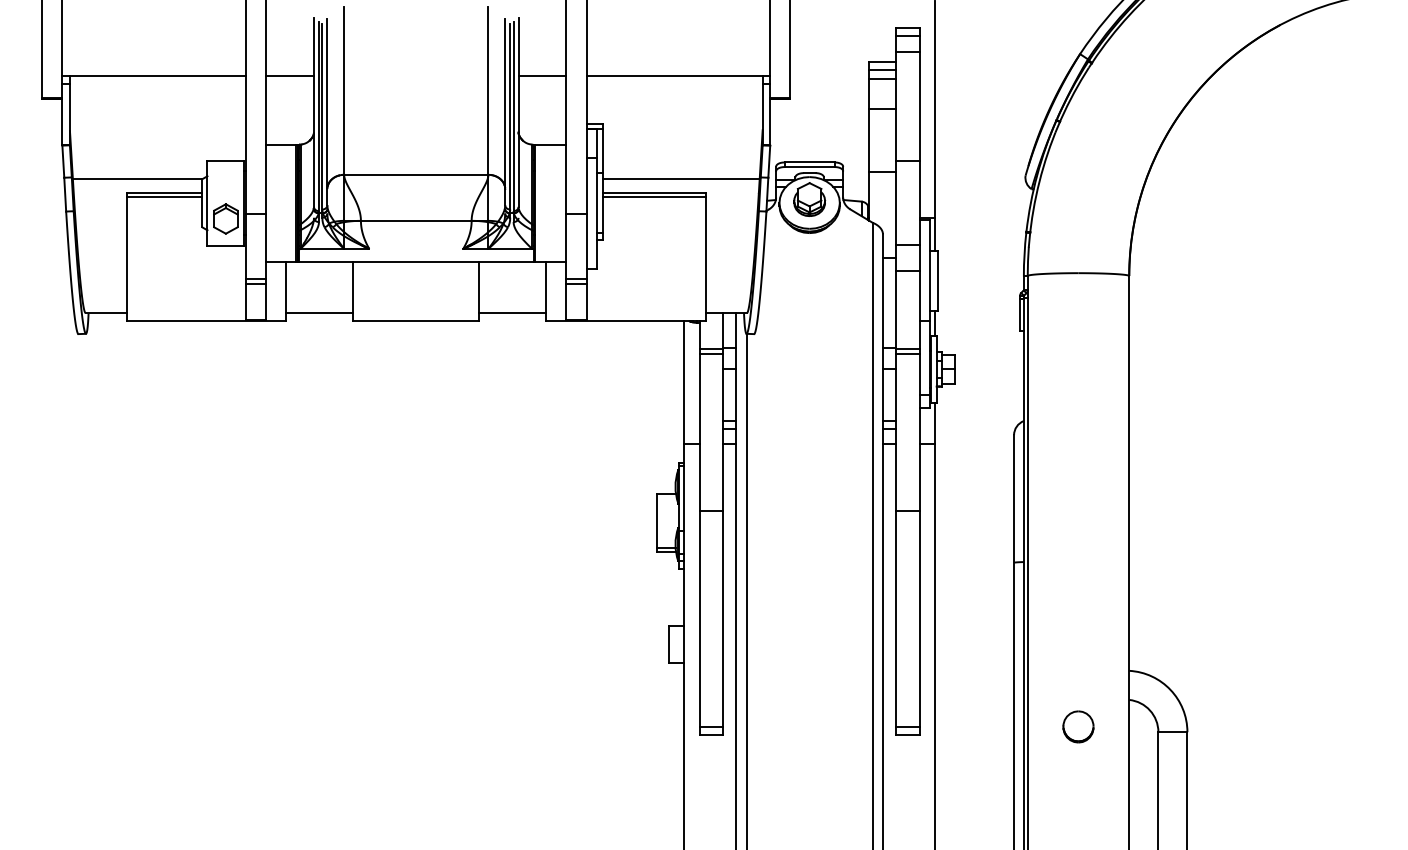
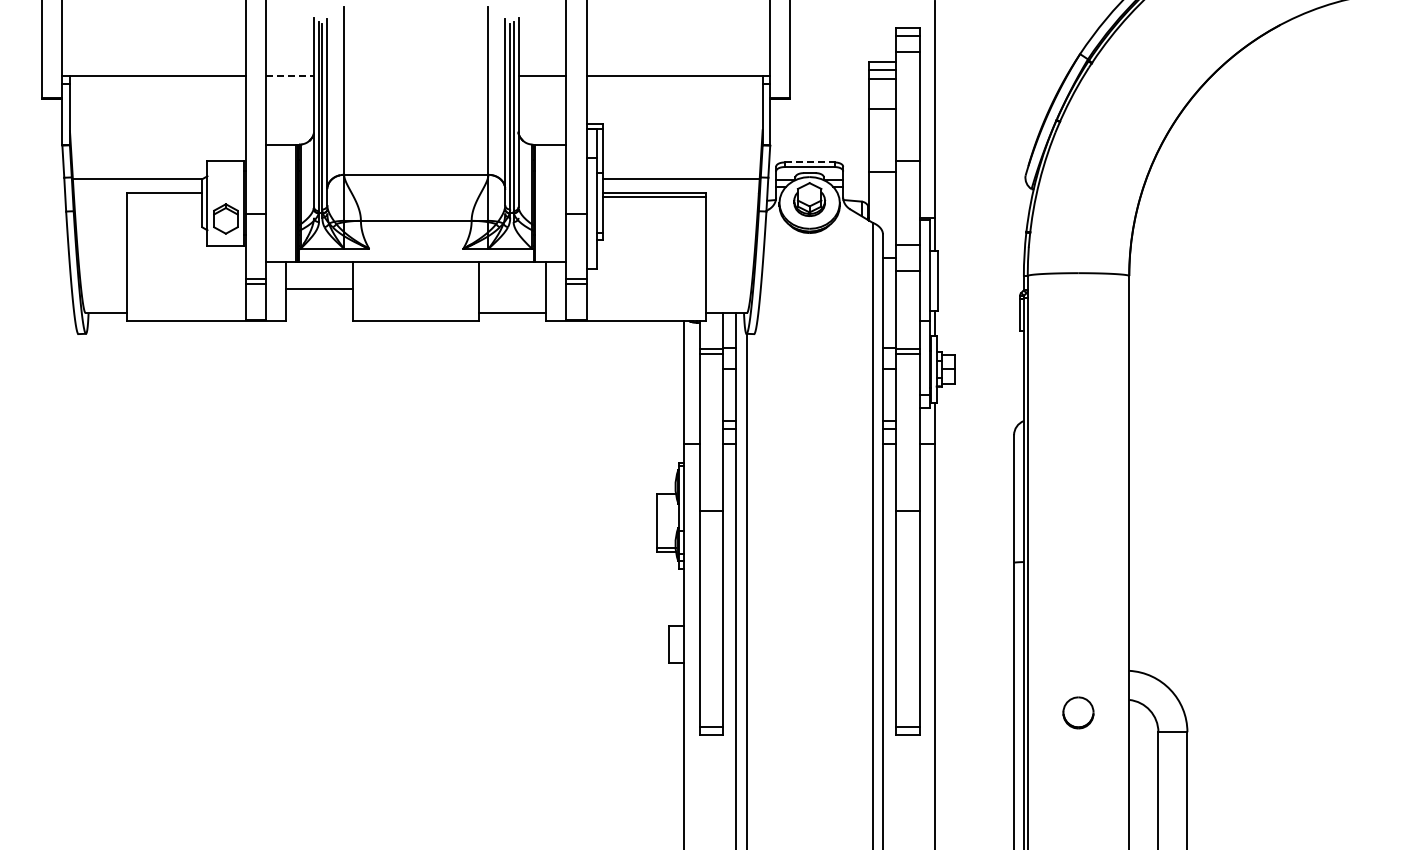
line at (290, 76): solid -> dashed
line at (810, 162): solid -> dashed
line at (164, 197): present -> none
line at (319, 313) position: (319, 313) -> (319, 289)
part at (1078, 726) position: (1078, 726) -> (1078, 712)
